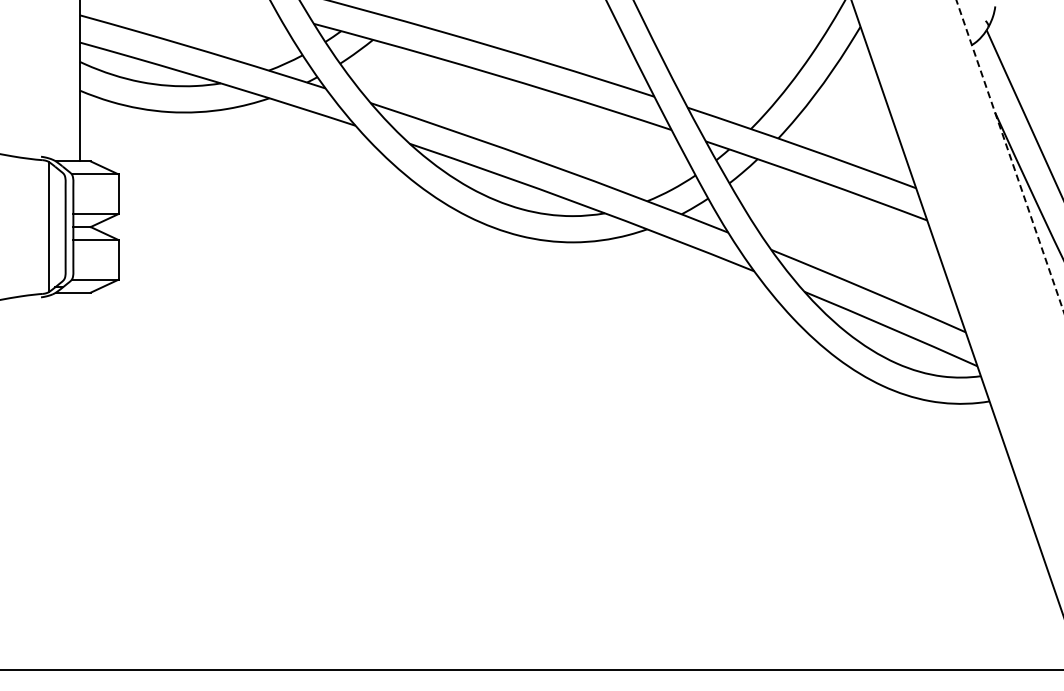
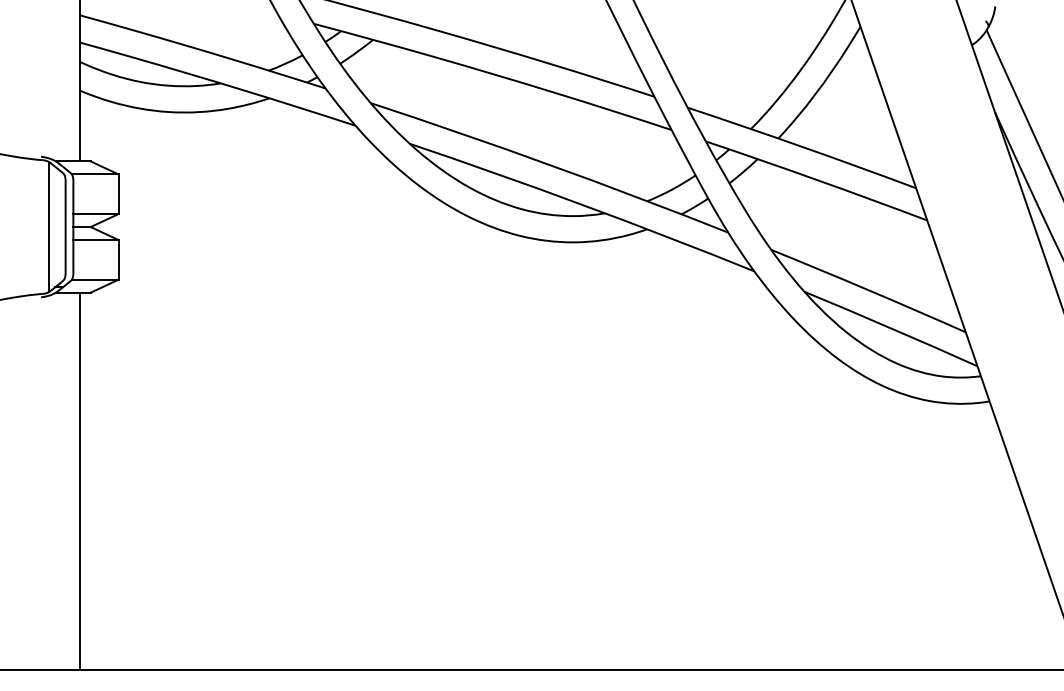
line at (1010, 156): dashed -> solid
line at (80, 481): none -> present
